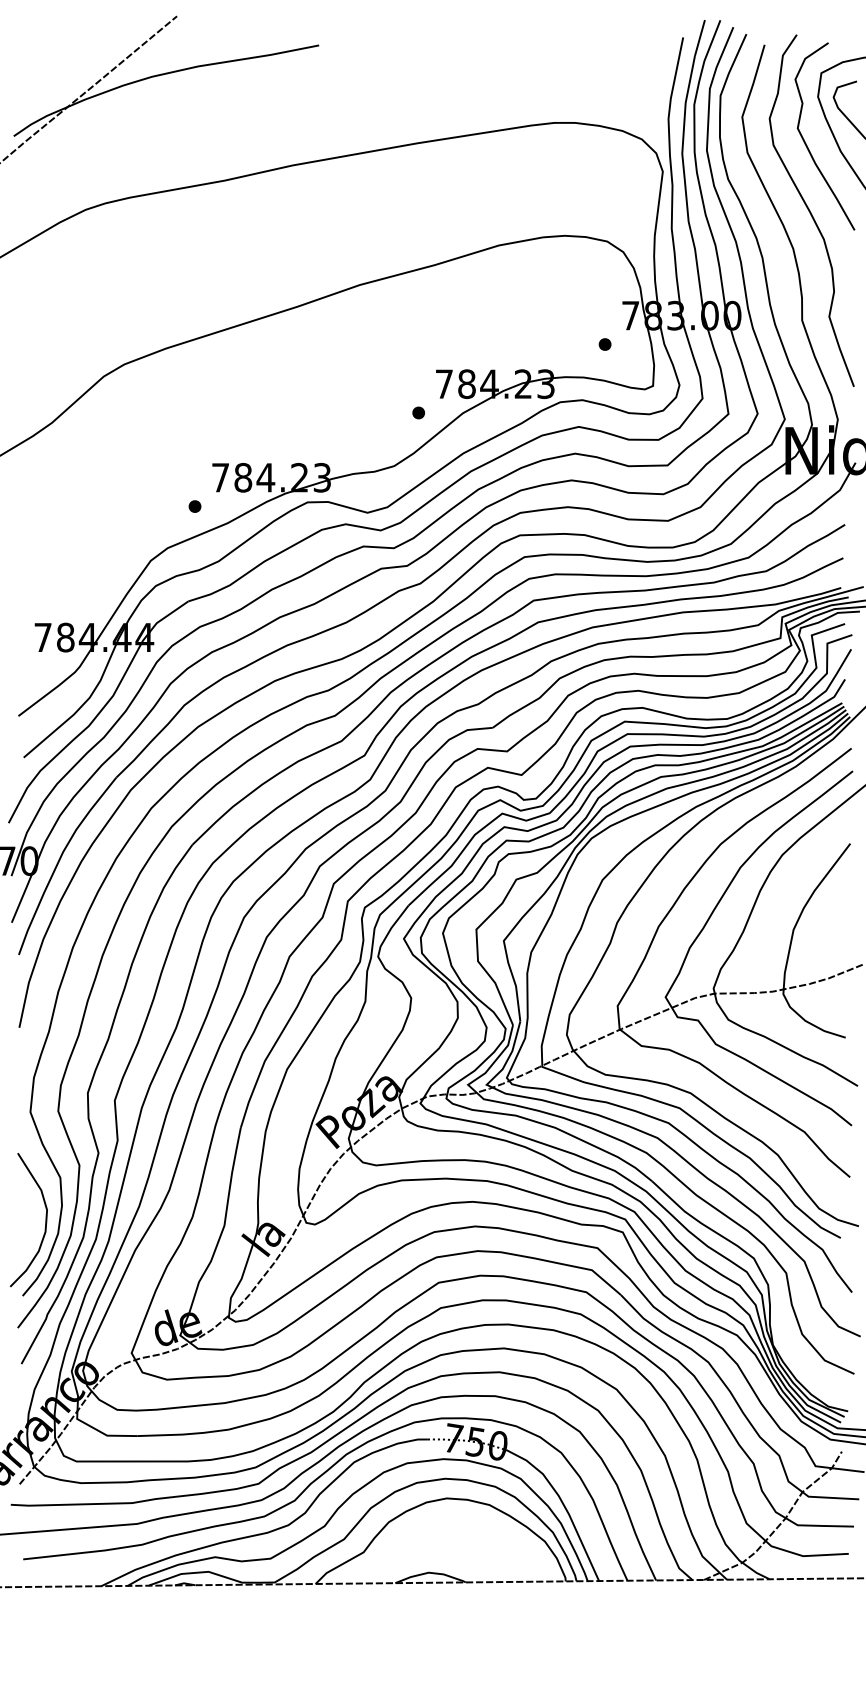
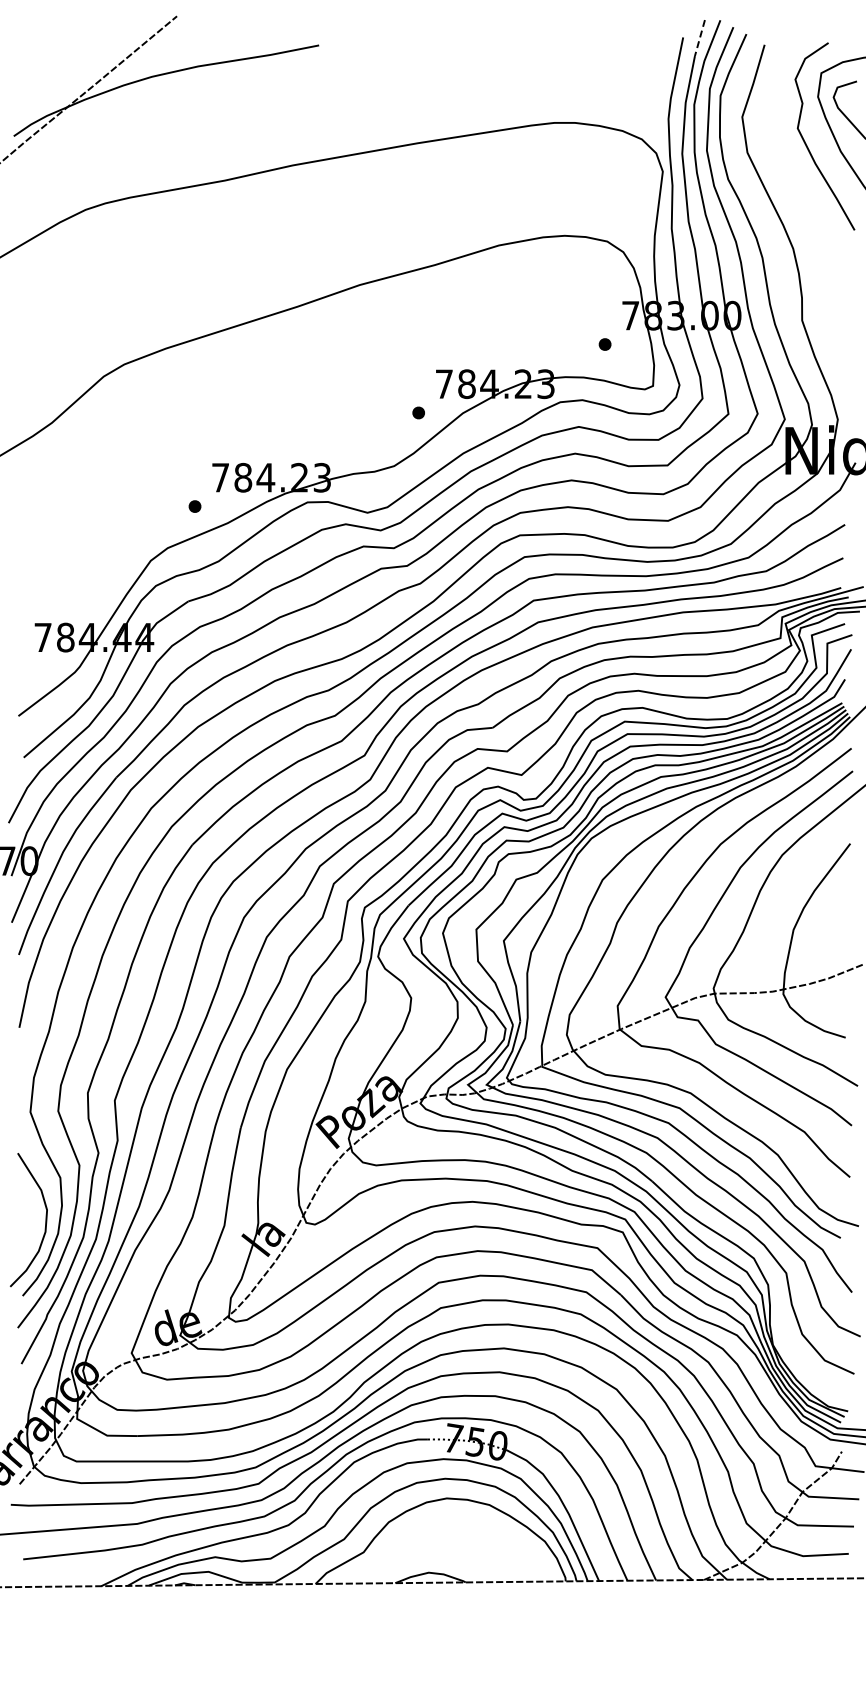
line at (699, 38): solid -> dashed
curve at (810, 210): present -> none
